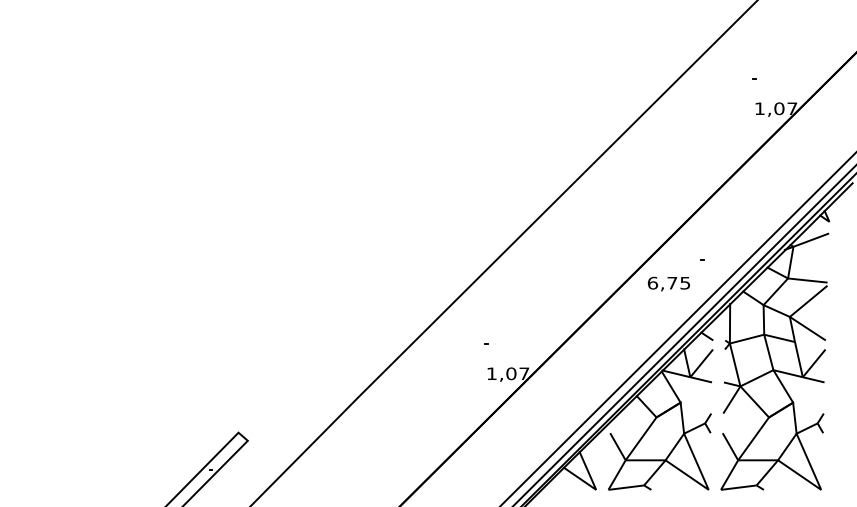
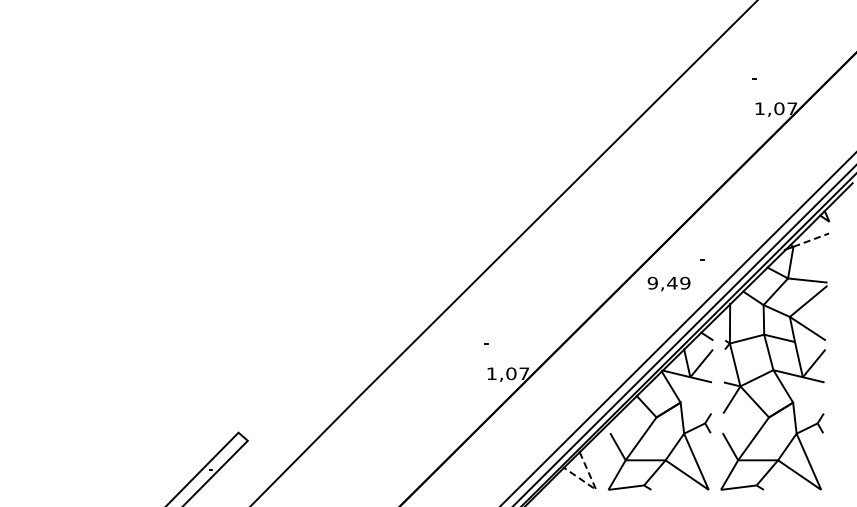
line at (811, 239): solid -> dashed
text at (668, 282): 6,75 -> 9,49
line at (596, 489): solid -> dashed
